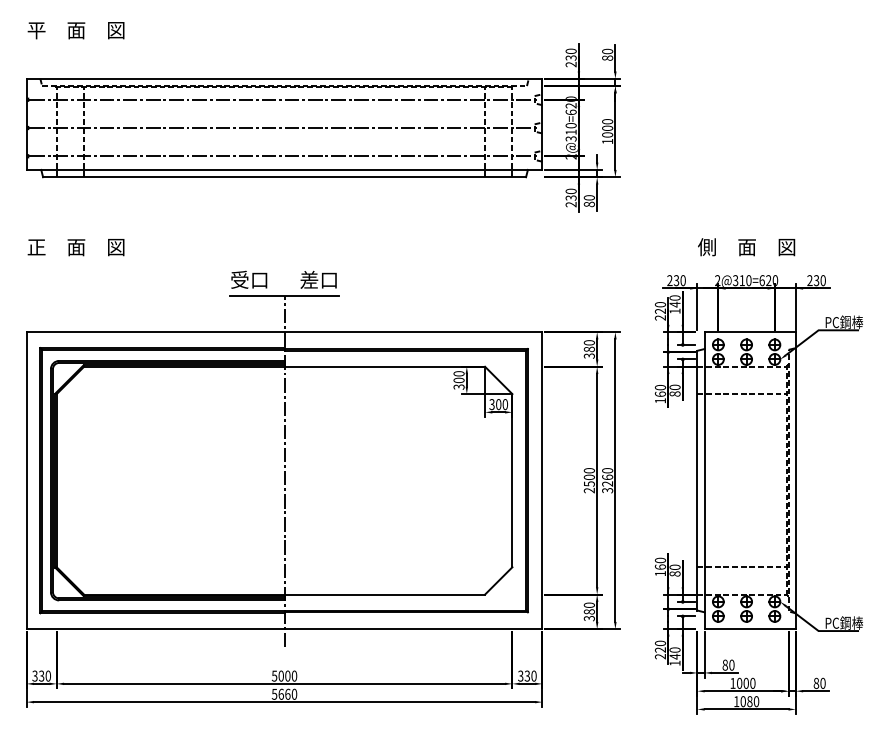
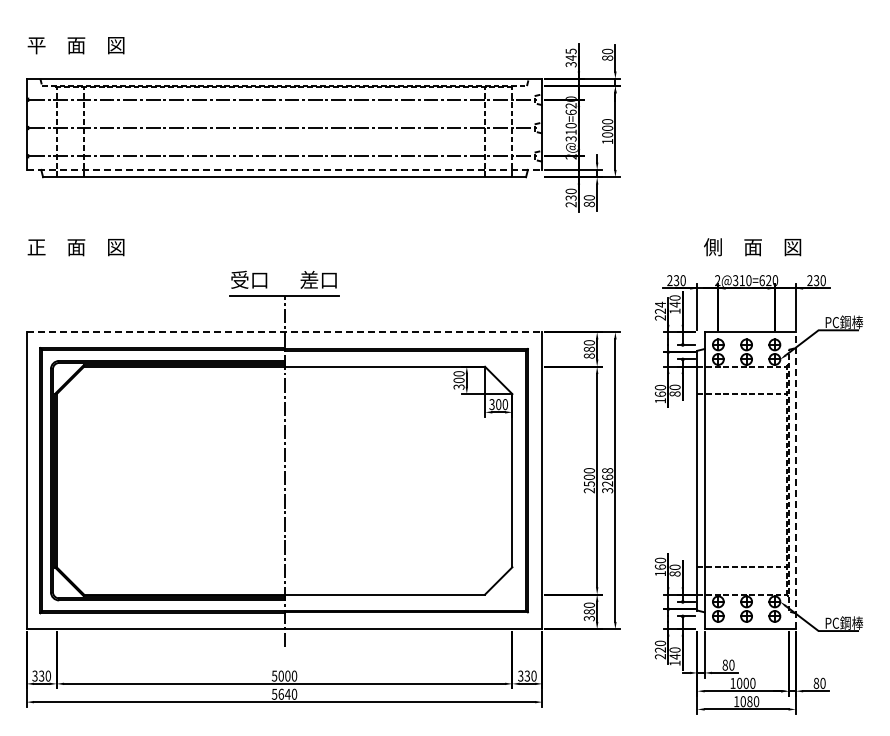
text at (75, 30) position: (75, 30) -> (75, 45)
text at (570, 57): 230 -> 345
line at (284, 169): solid -> dashed
text at (746, 247) position: (746, 247) -> (752, 247)
text at (660, 304): 220 -> 224
line at (284, 332): solid -> dashed
text at (589, 355): 380 -> 880
text at (607, 470): 3260 -> 3268
line at (795, 480): solid -> dashed
text at (287, 693): 5660 -> 5640
